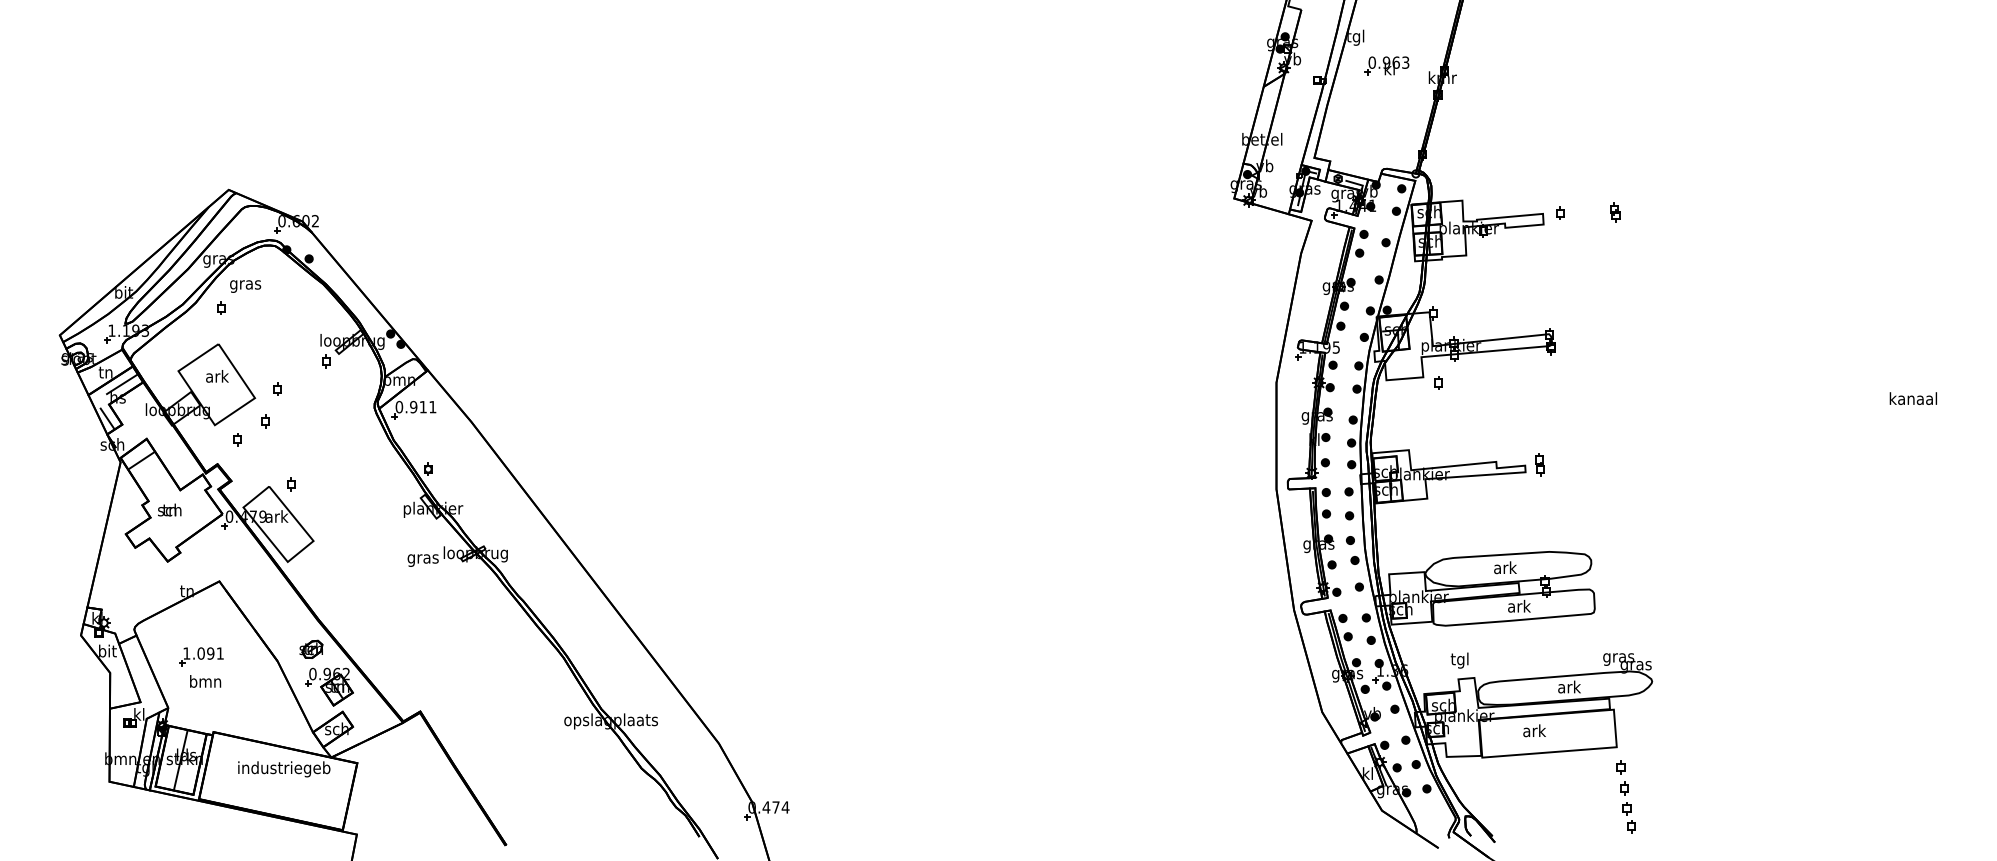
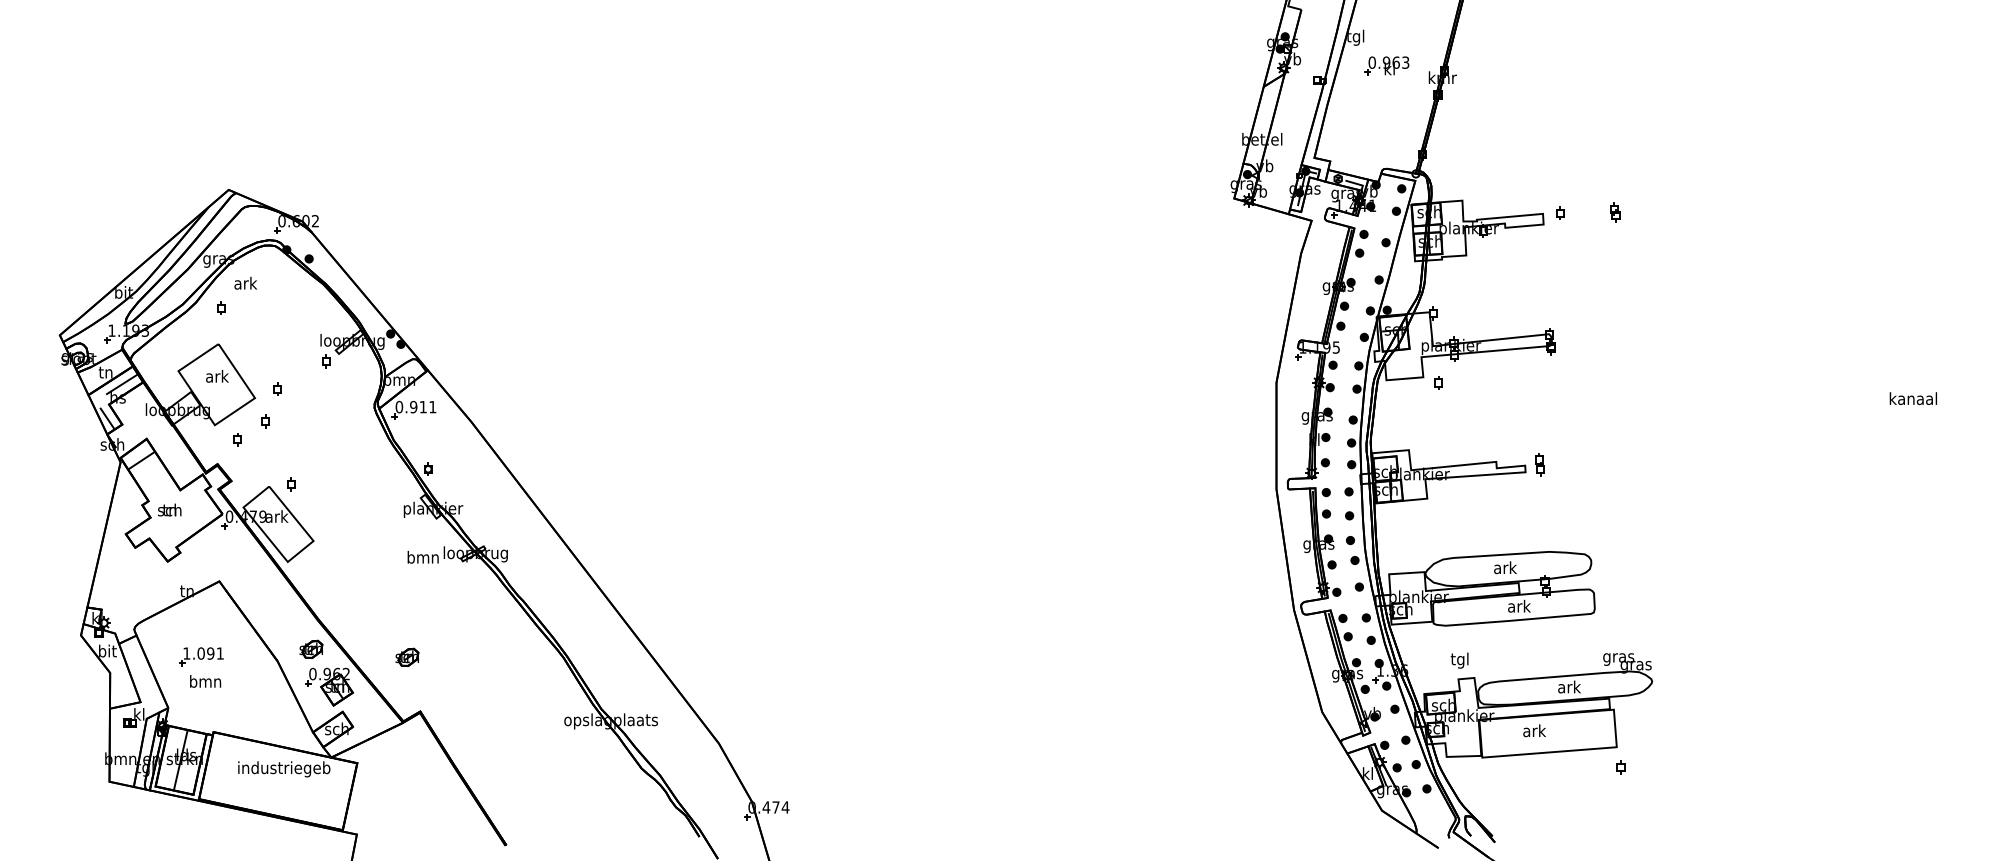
text at (245, 284): gras -> ark
text at (422, 558): gras -> bmn
part at (407, 656): none -> present
part at (1627, 807): present -> none
